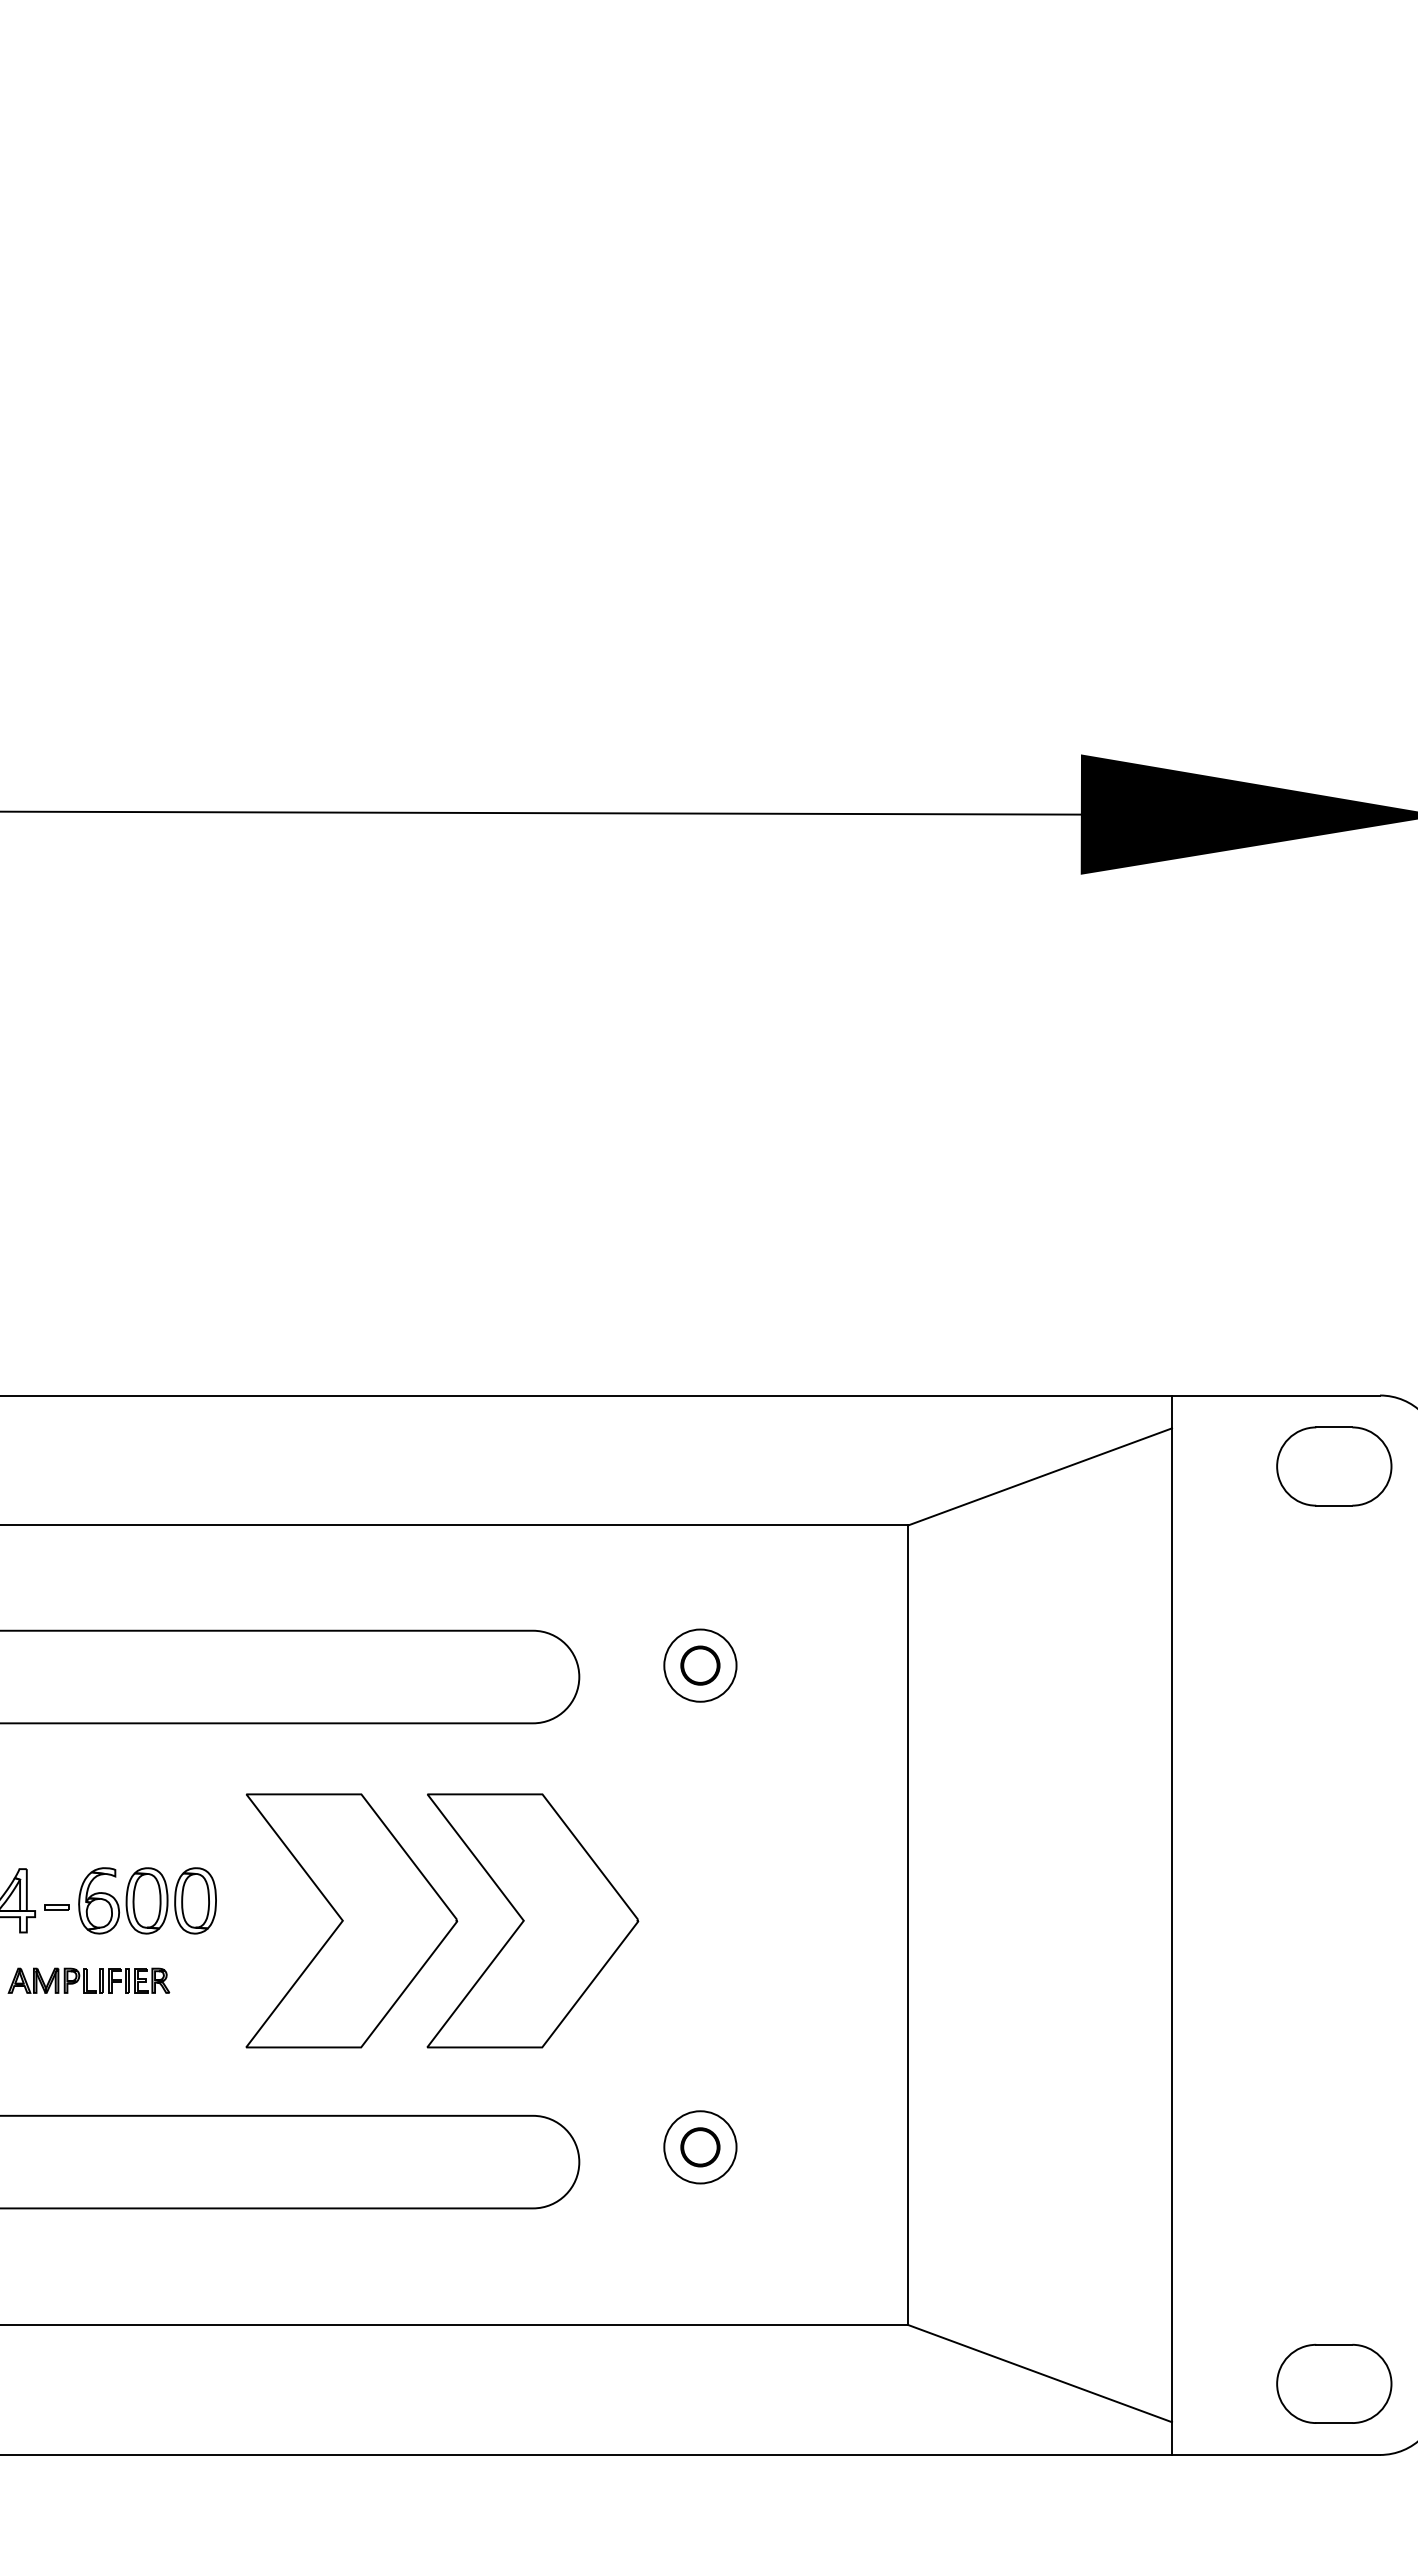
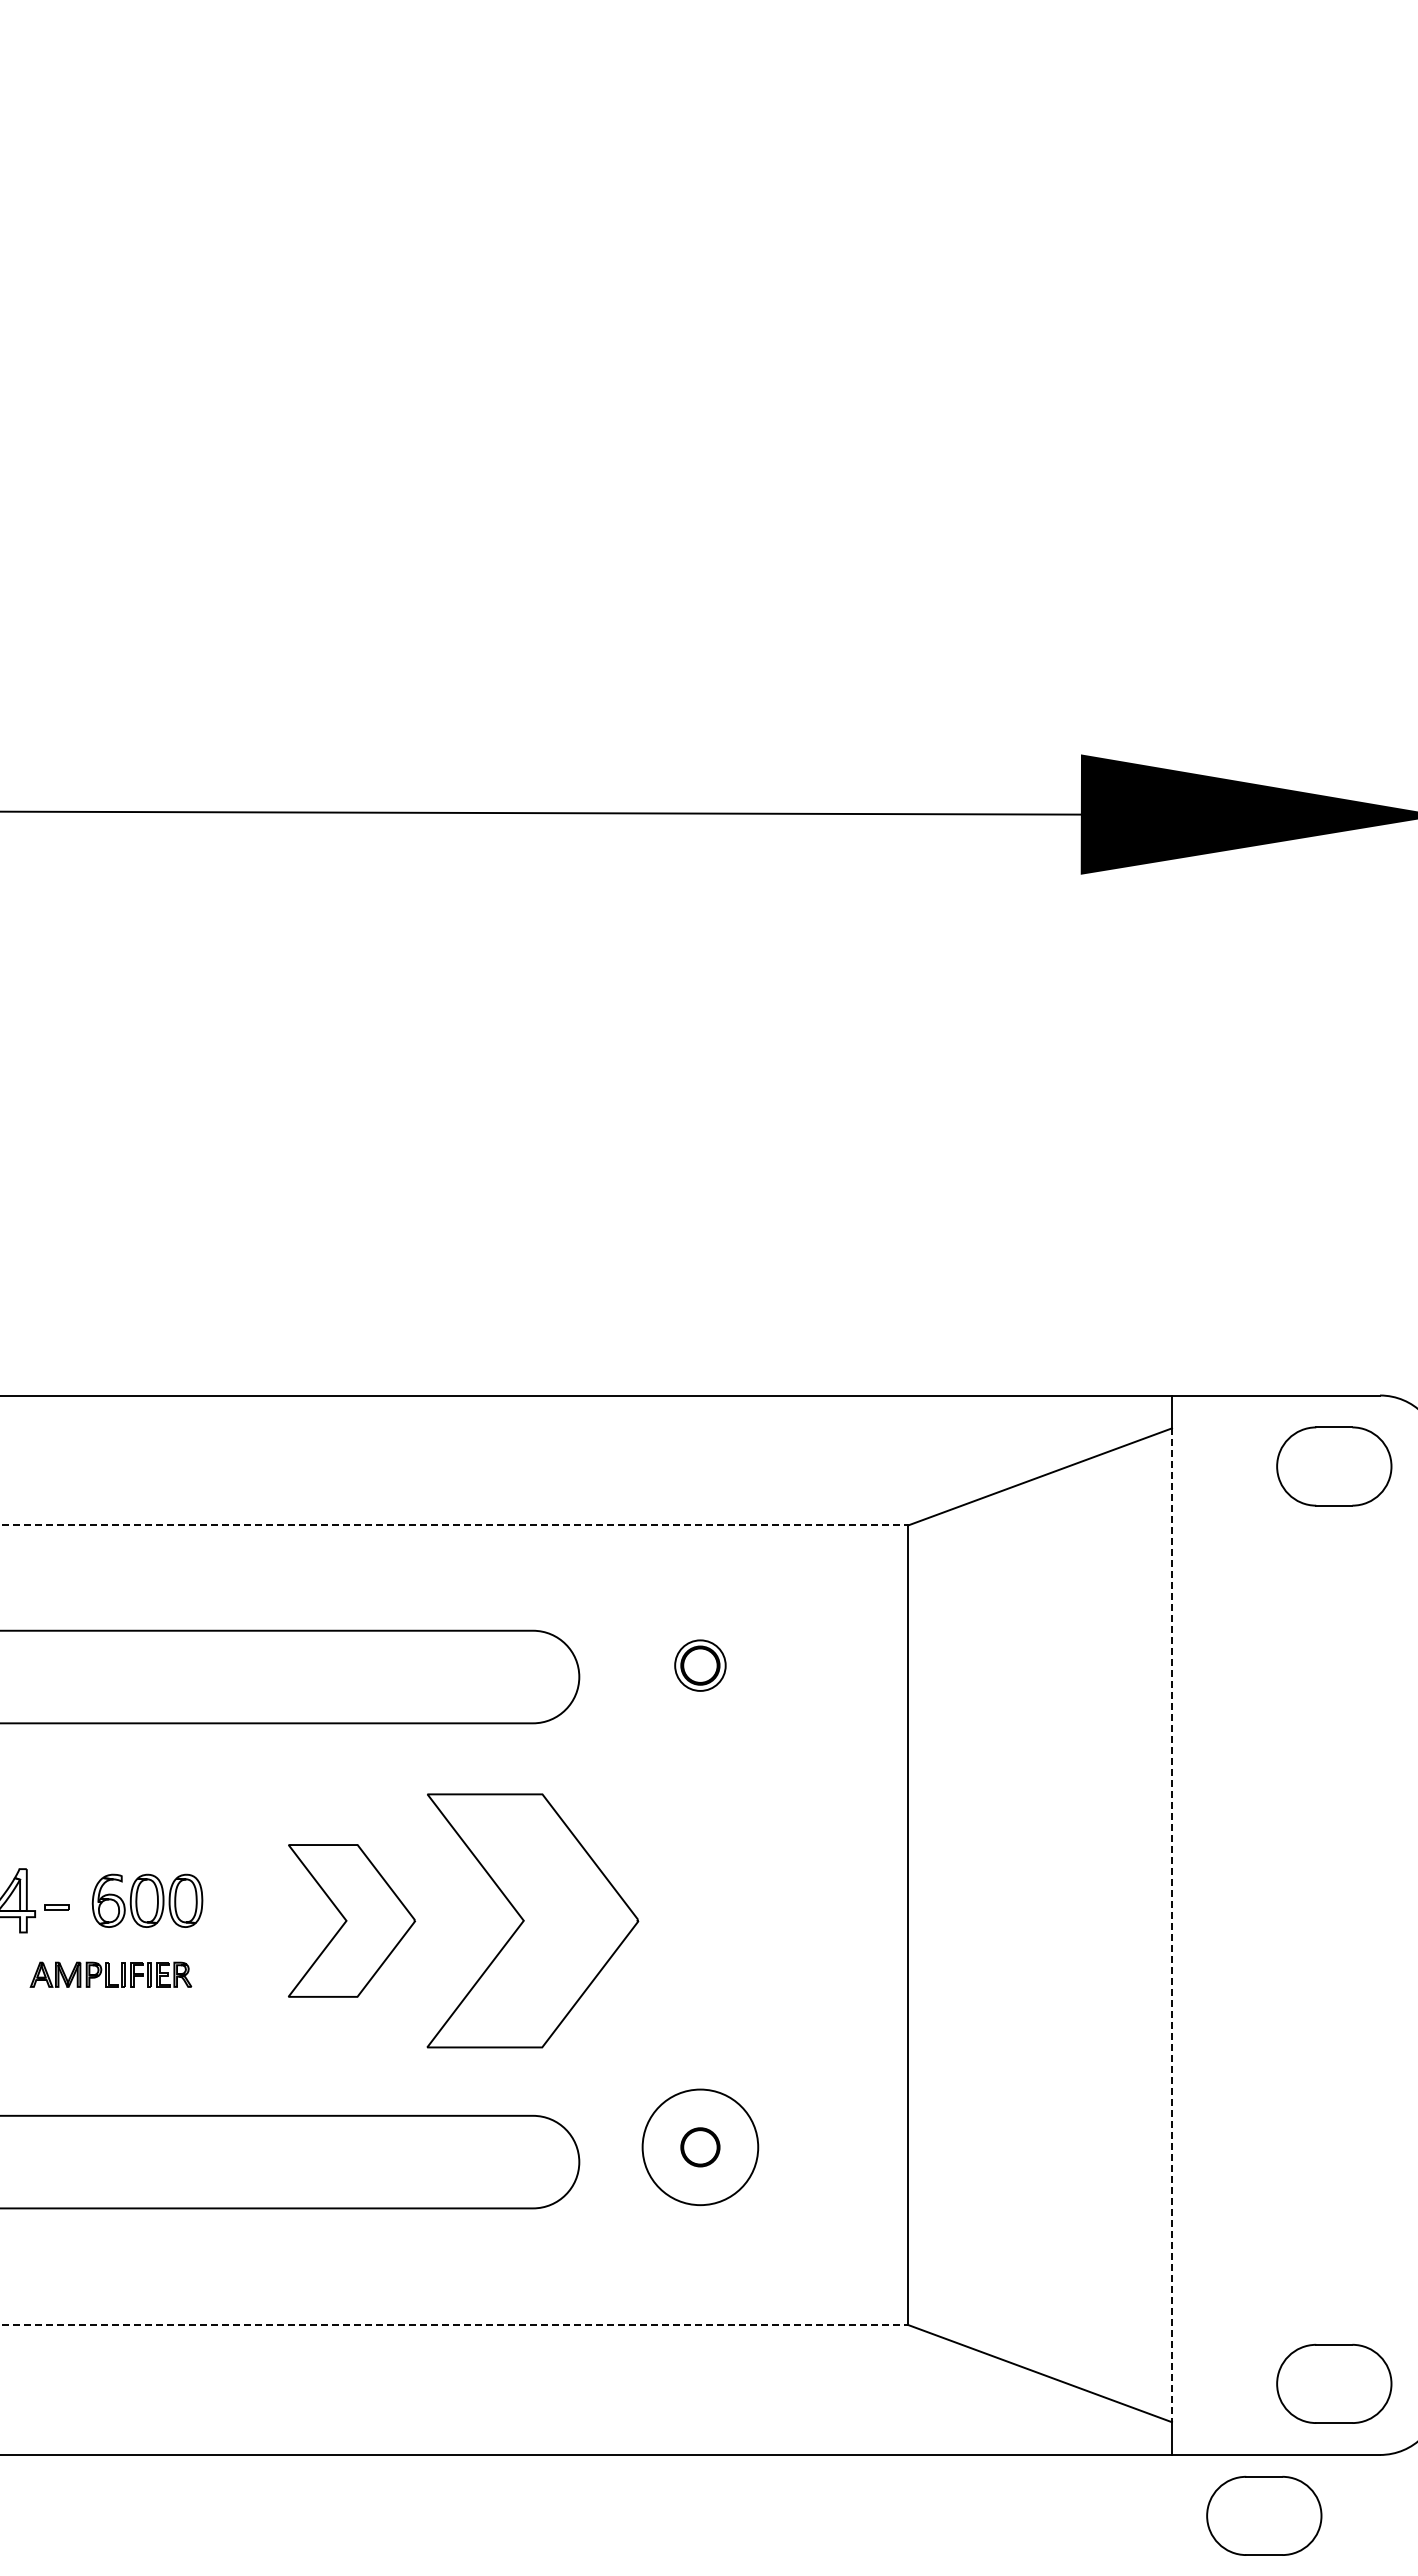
line at (454, 1525): solid -> dashed
circle at (700, 1665) diameter: 72 px -> 51 px
part at (147, 1900) size: 139x68 px -> 113x55 px
part at (351, 1920) size: 214x256 px -> 128x154 px
line at (1172, 1925): solid -> dashed
part at (88, 1980) position: (88, 1980) -> (110, 1974)
circle at (700, 2147) diameter: 72 px -> 116 px
line at (454, 2325): solid -> dashed
part at (1264, 2515): none -> present
